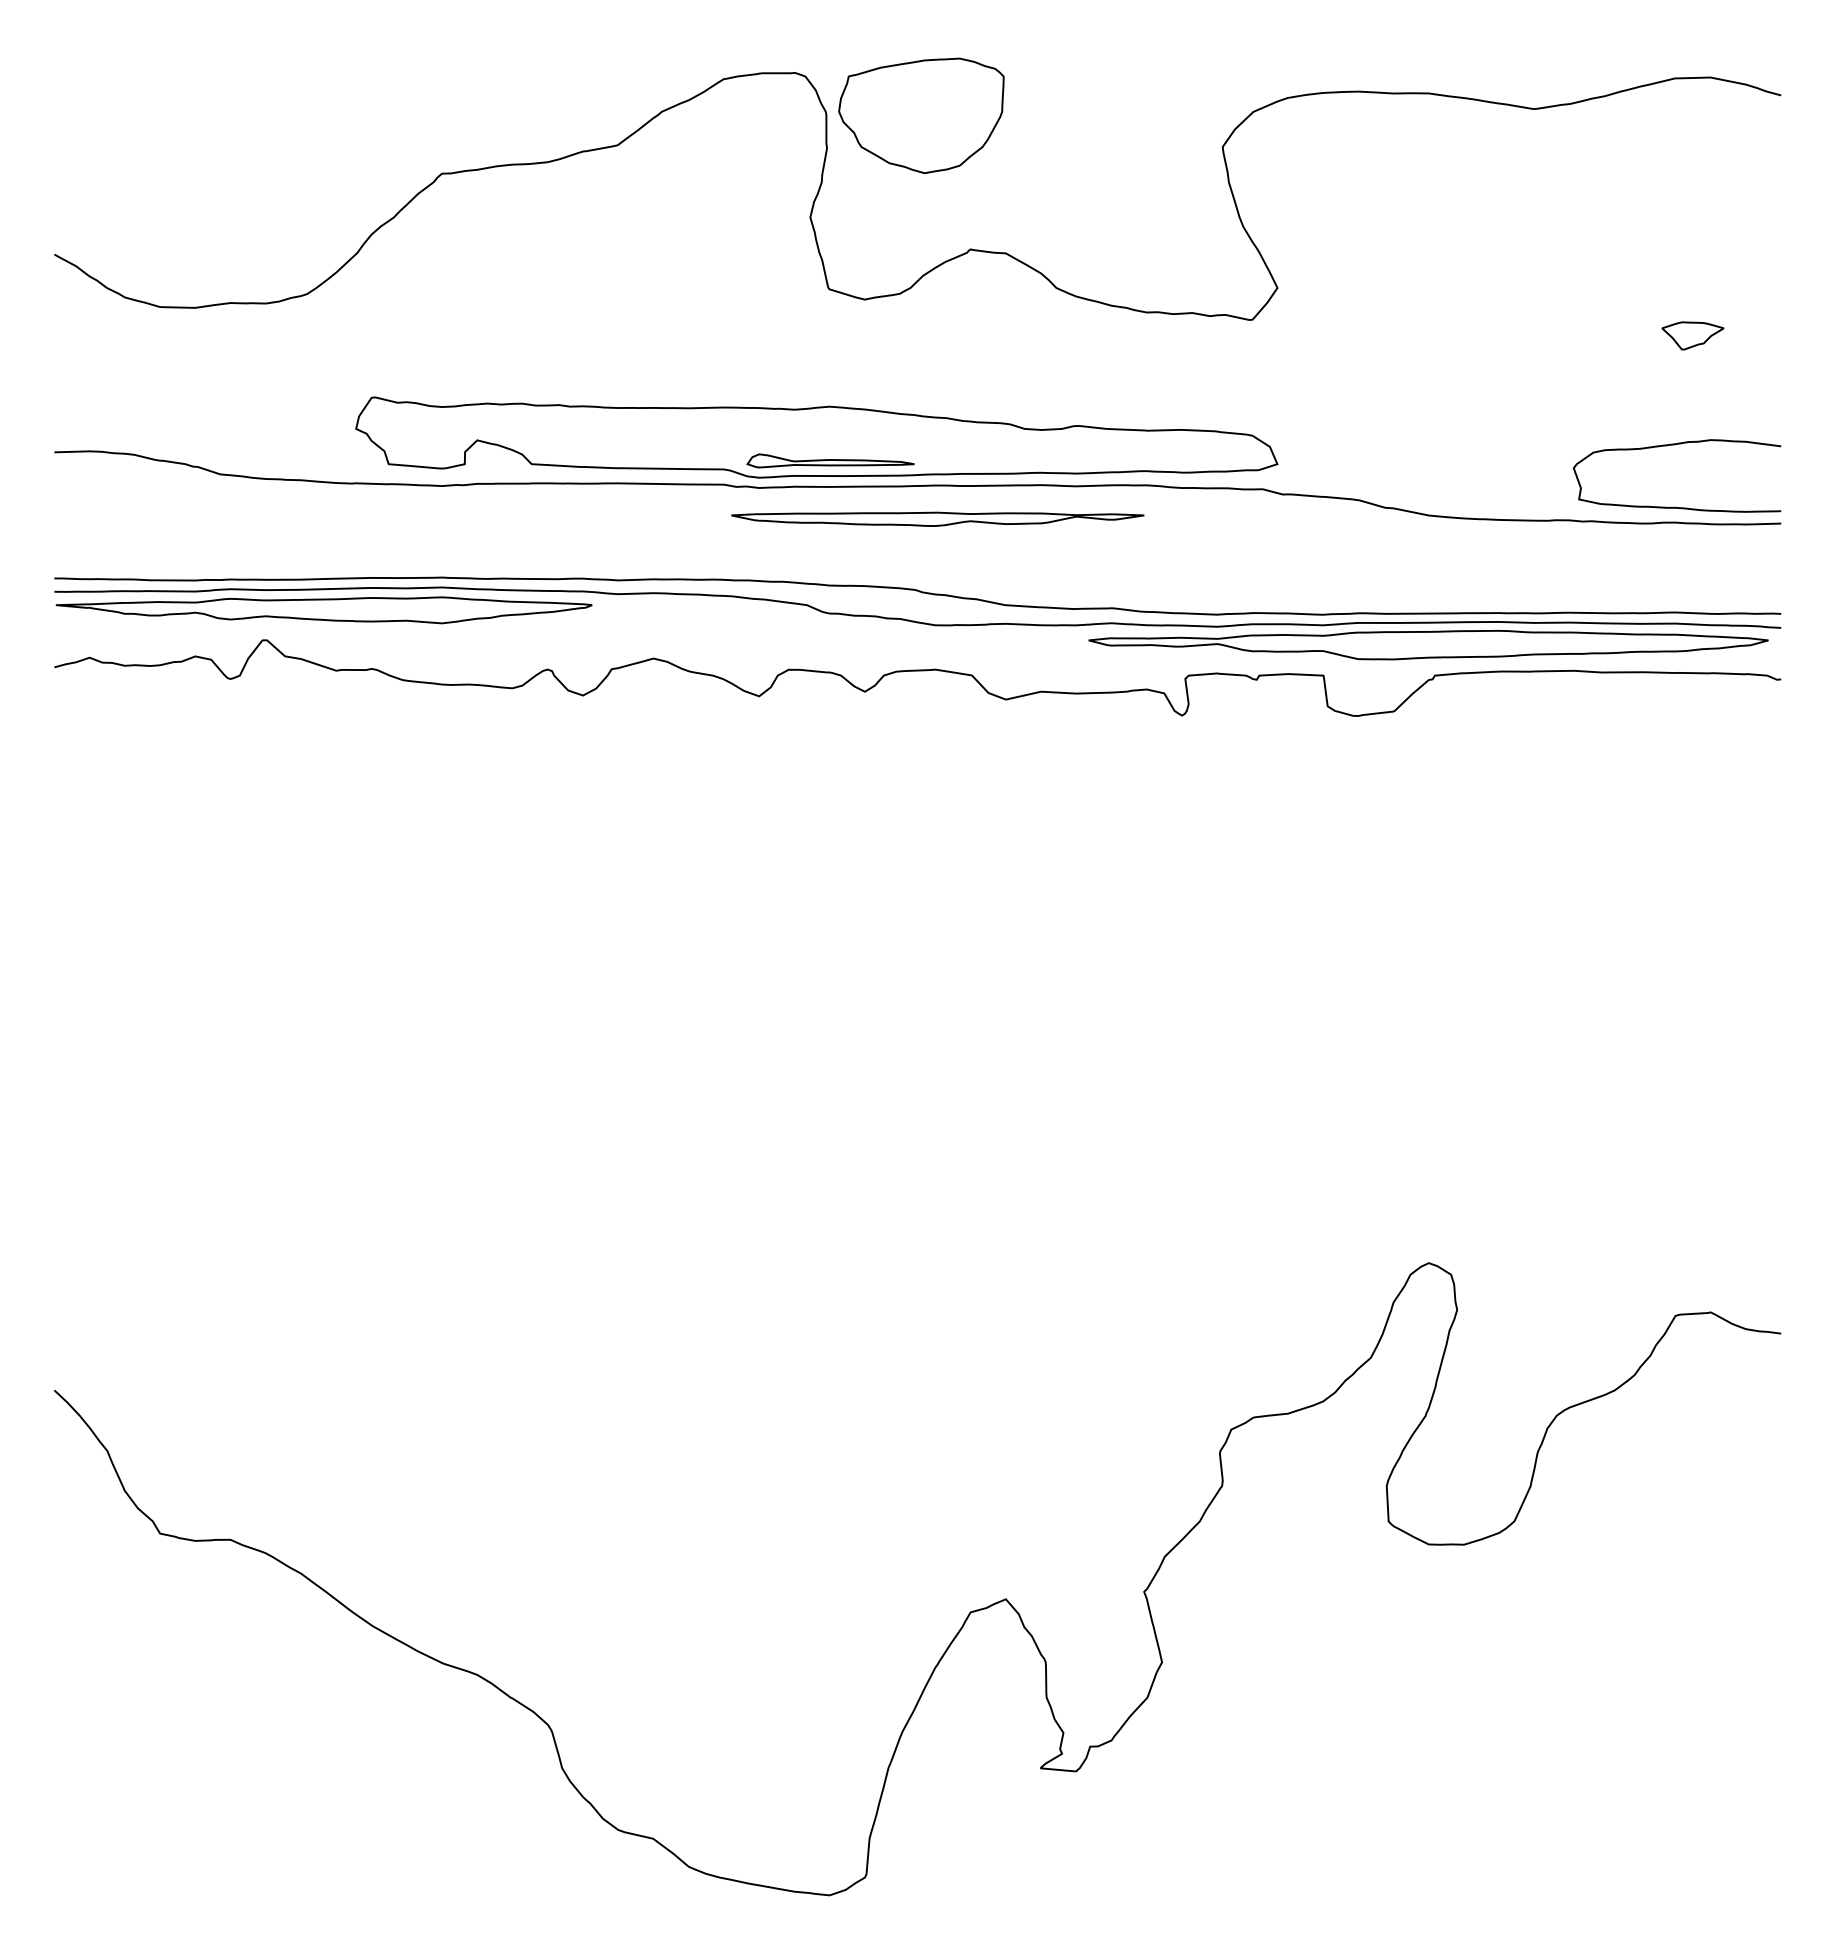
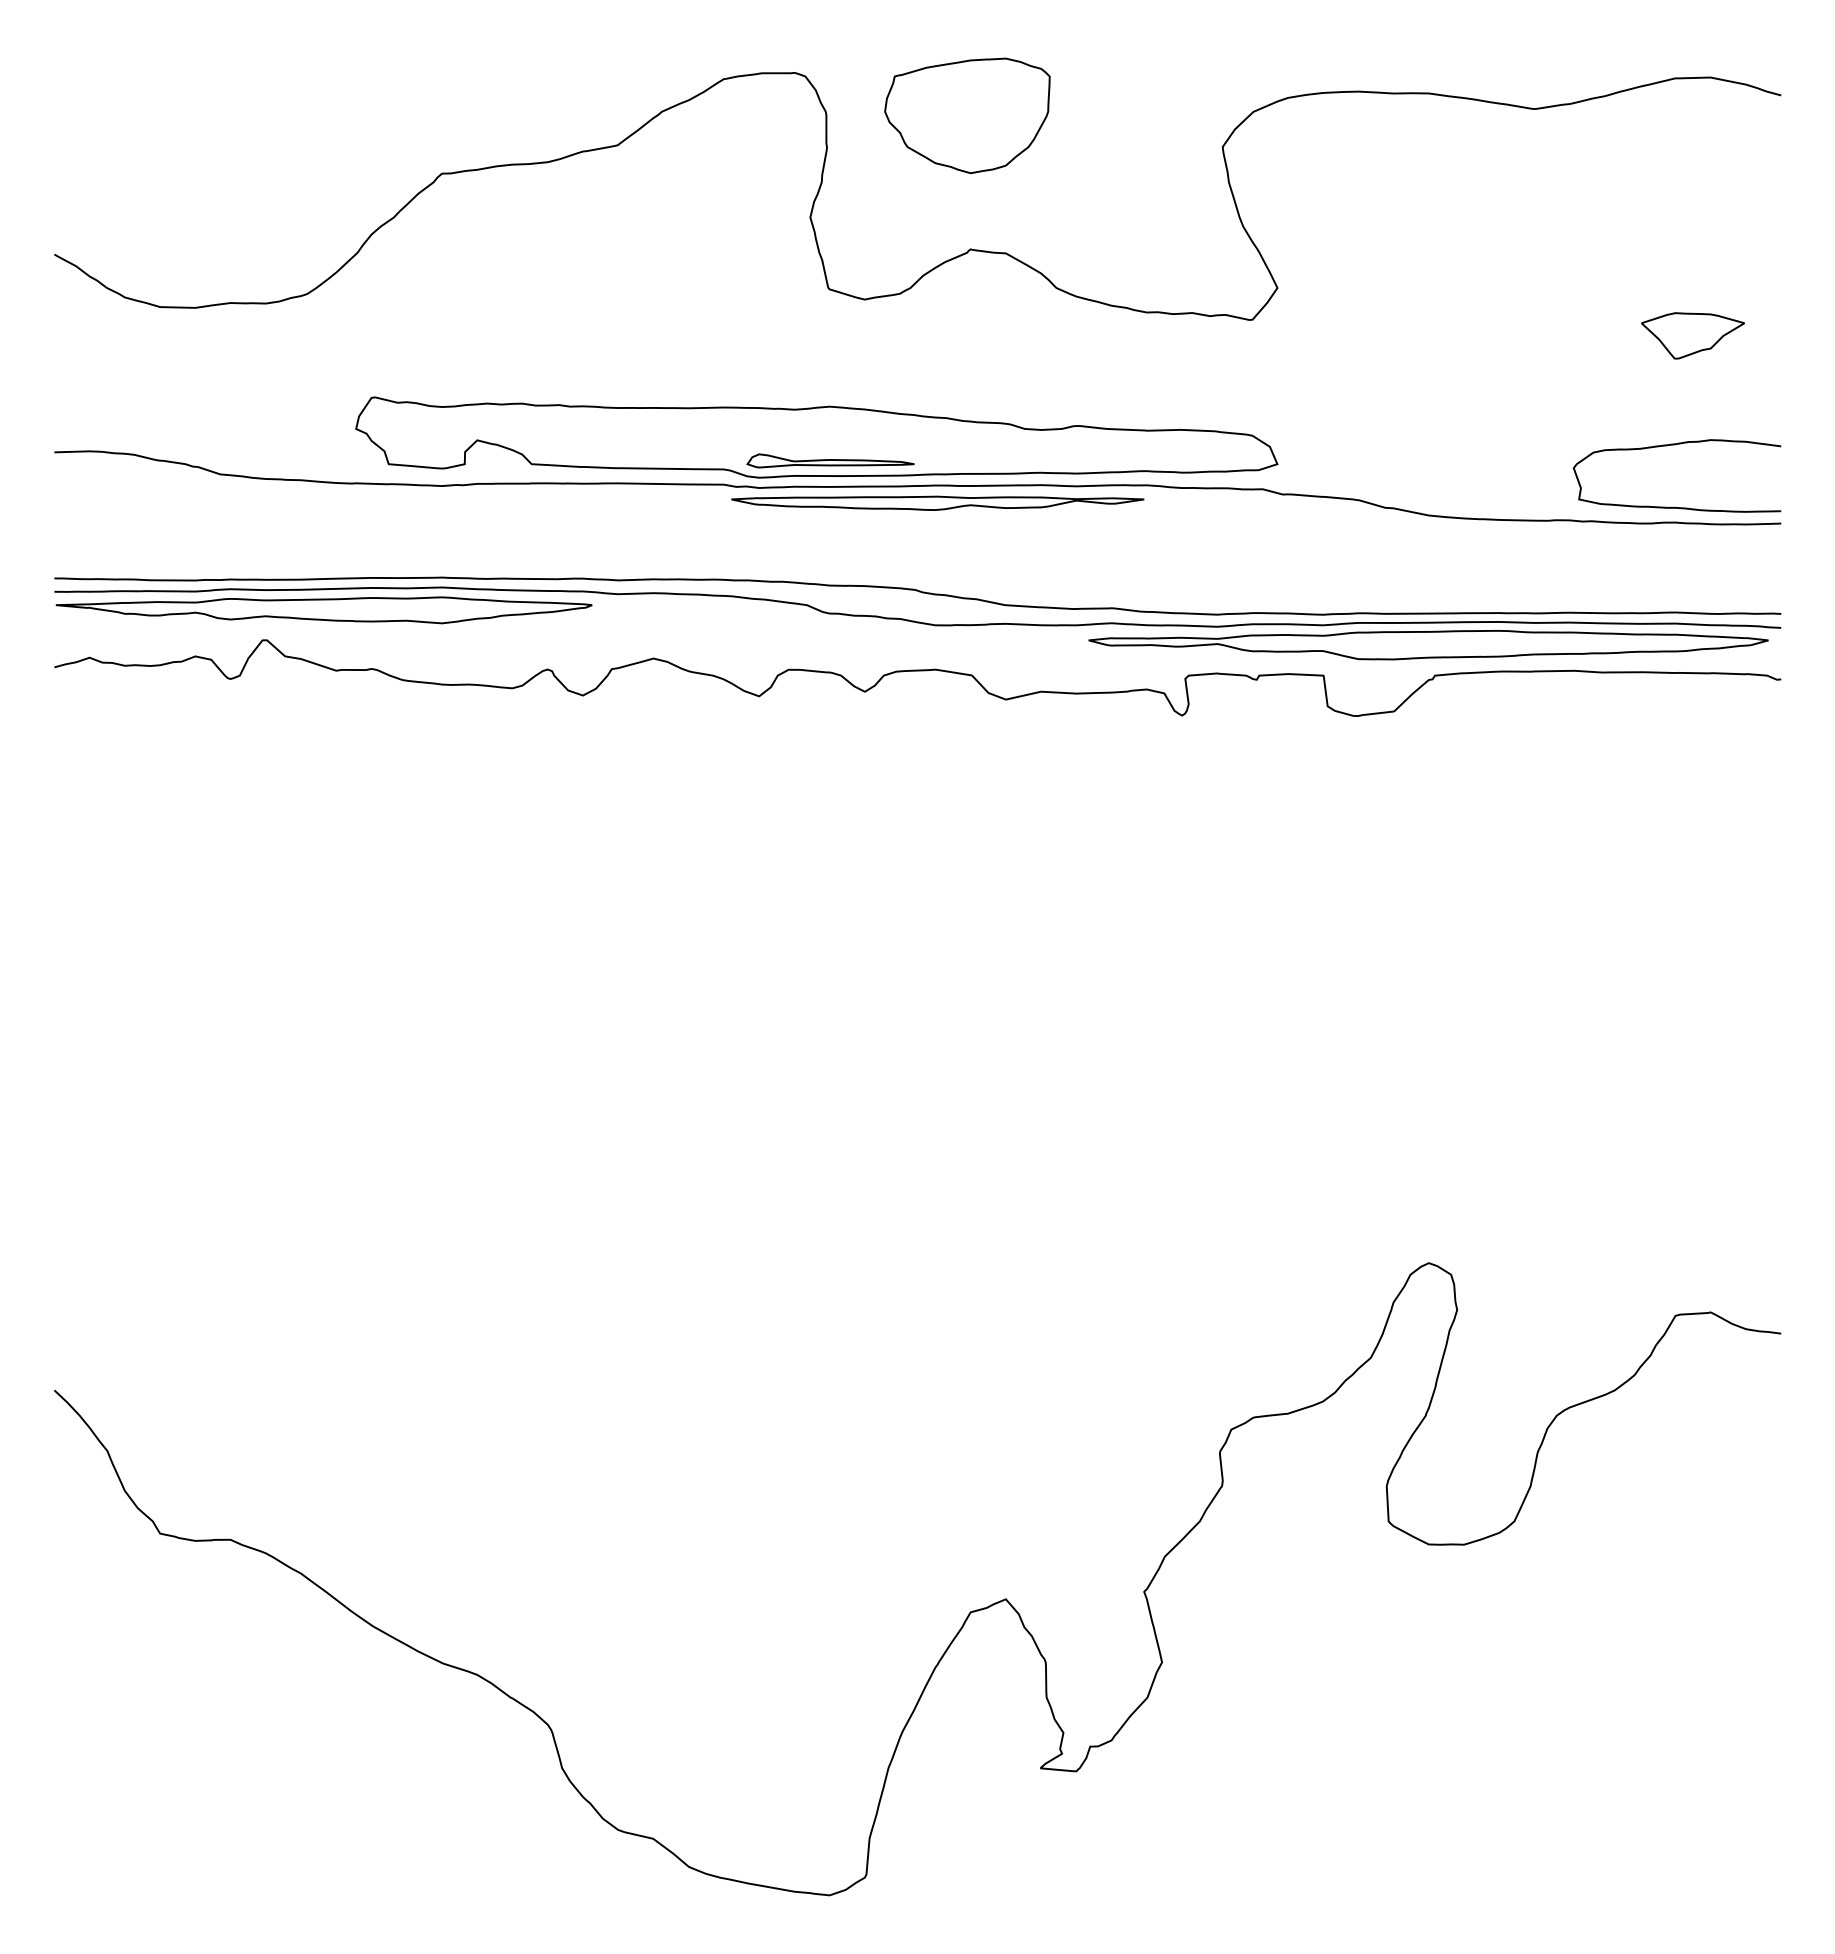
part at (921, 115) position: (921, 115) -> (967, 115)
part at (1692, 335) size: 64x30 px -> 104x48 px
part at (937, 518) position: (937, 518) -> (937, 502)
